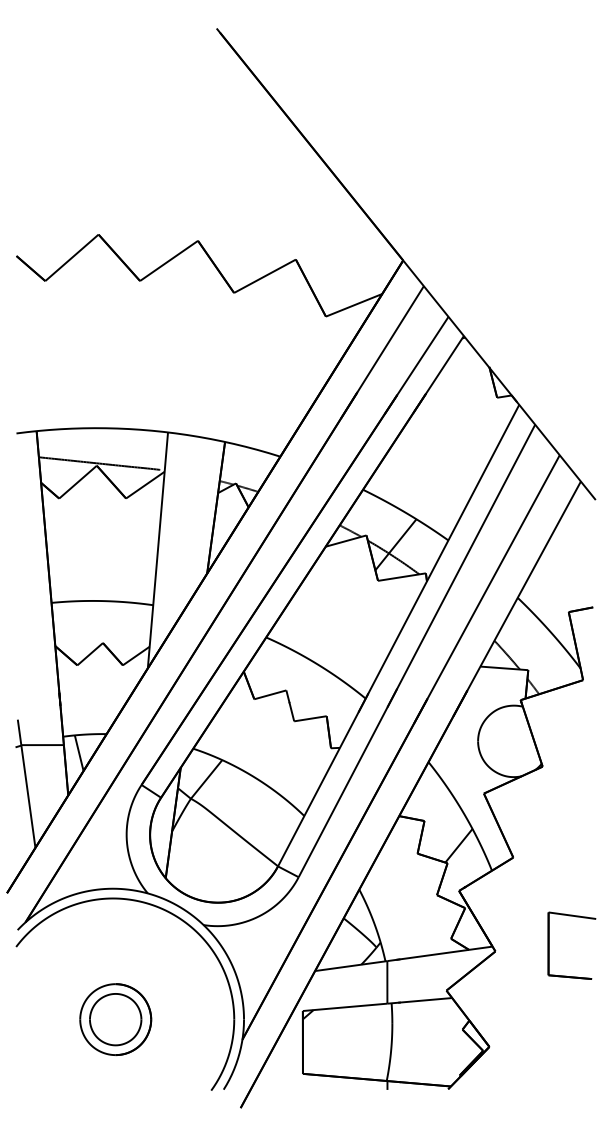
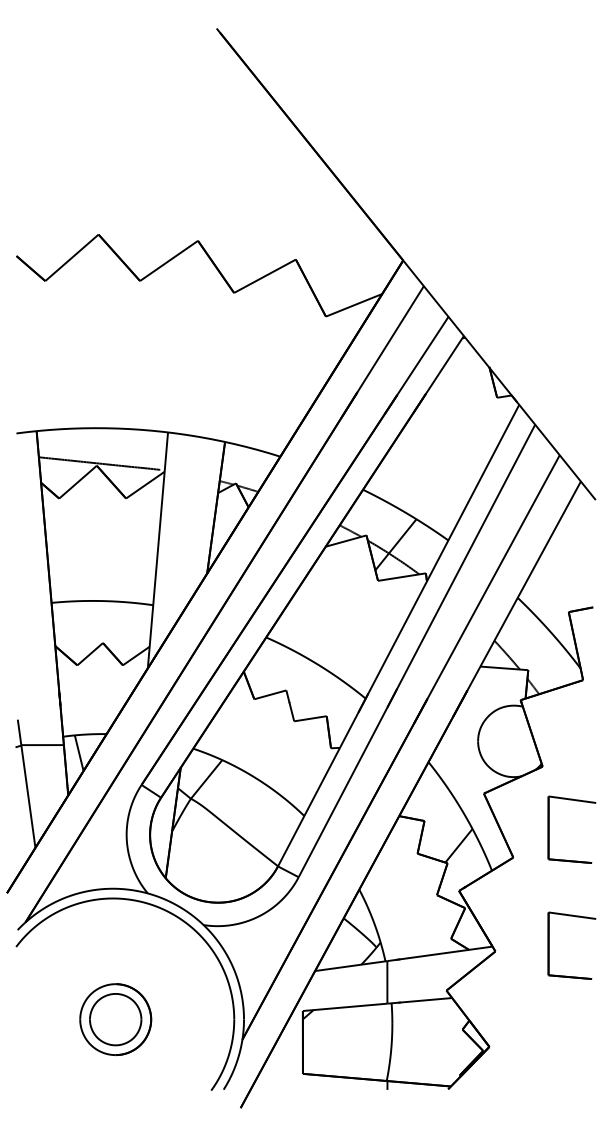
part at (549, 829): none -> present
